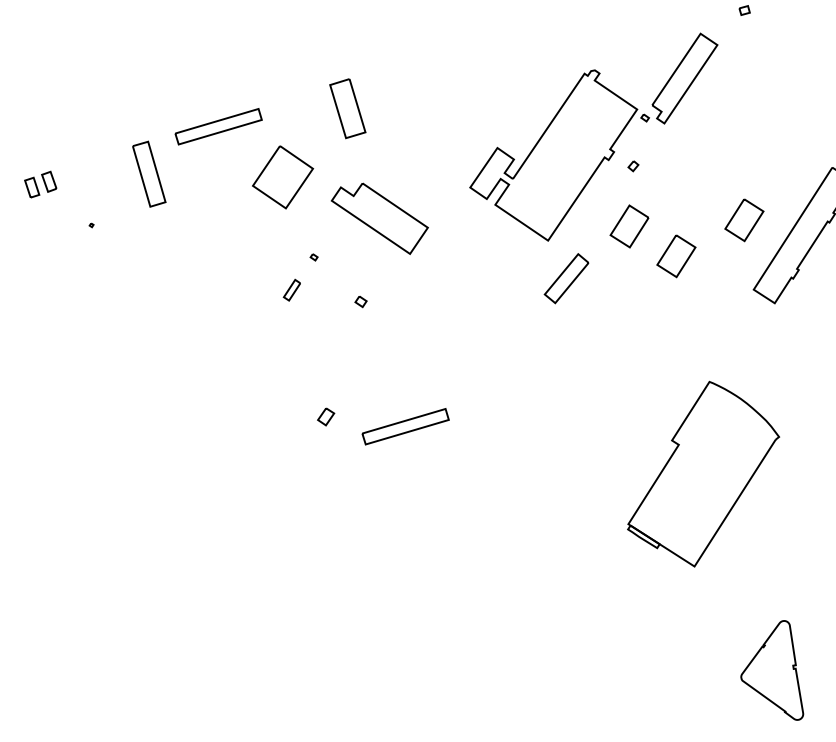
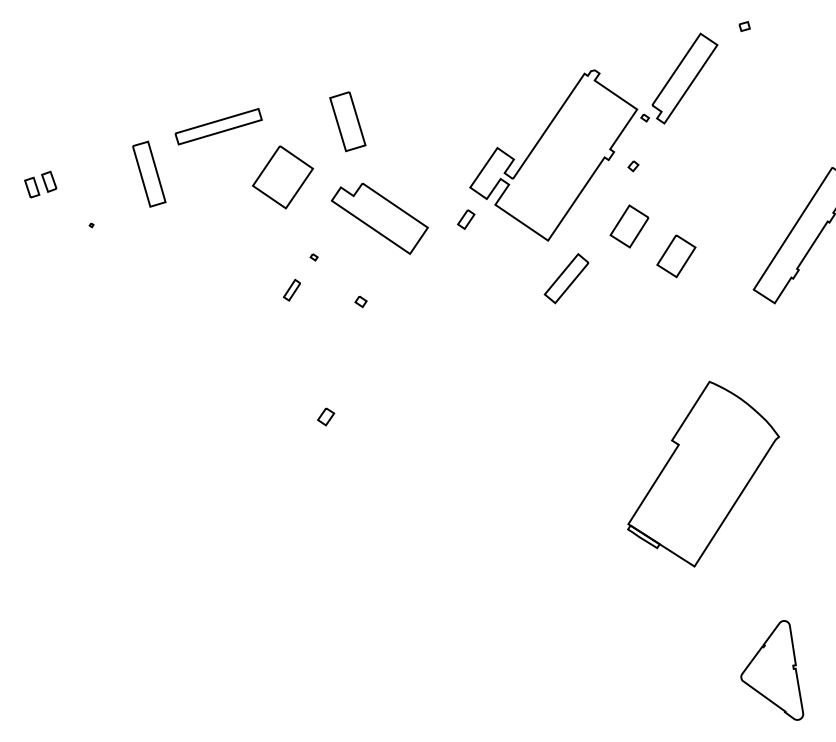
part at (744, 10) position: (744, 10) -> (744, 26)
part at (347, 108) position: (347, 108) -> (347, 121)
part at (466, 219): none -> present
part at (744, 220): present -> none
part at (405, 426): present -> none
